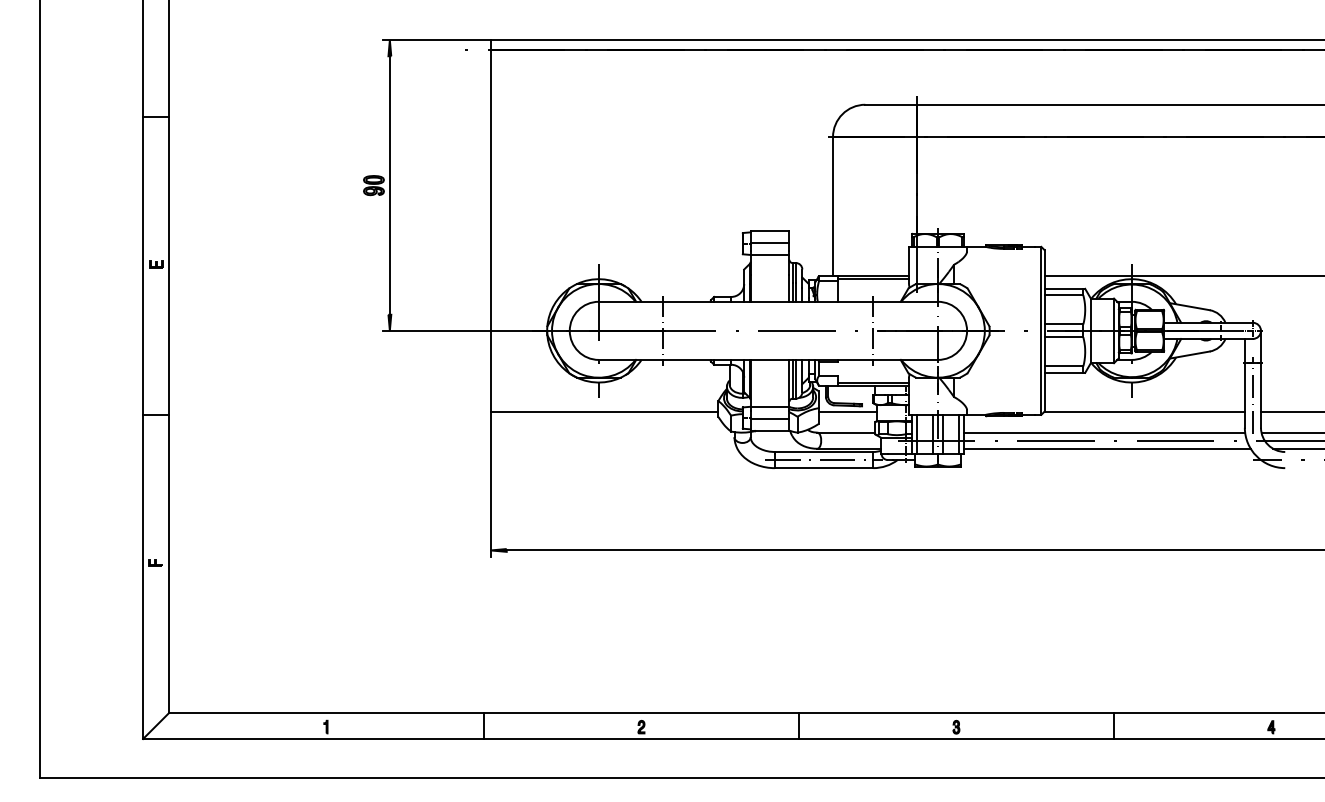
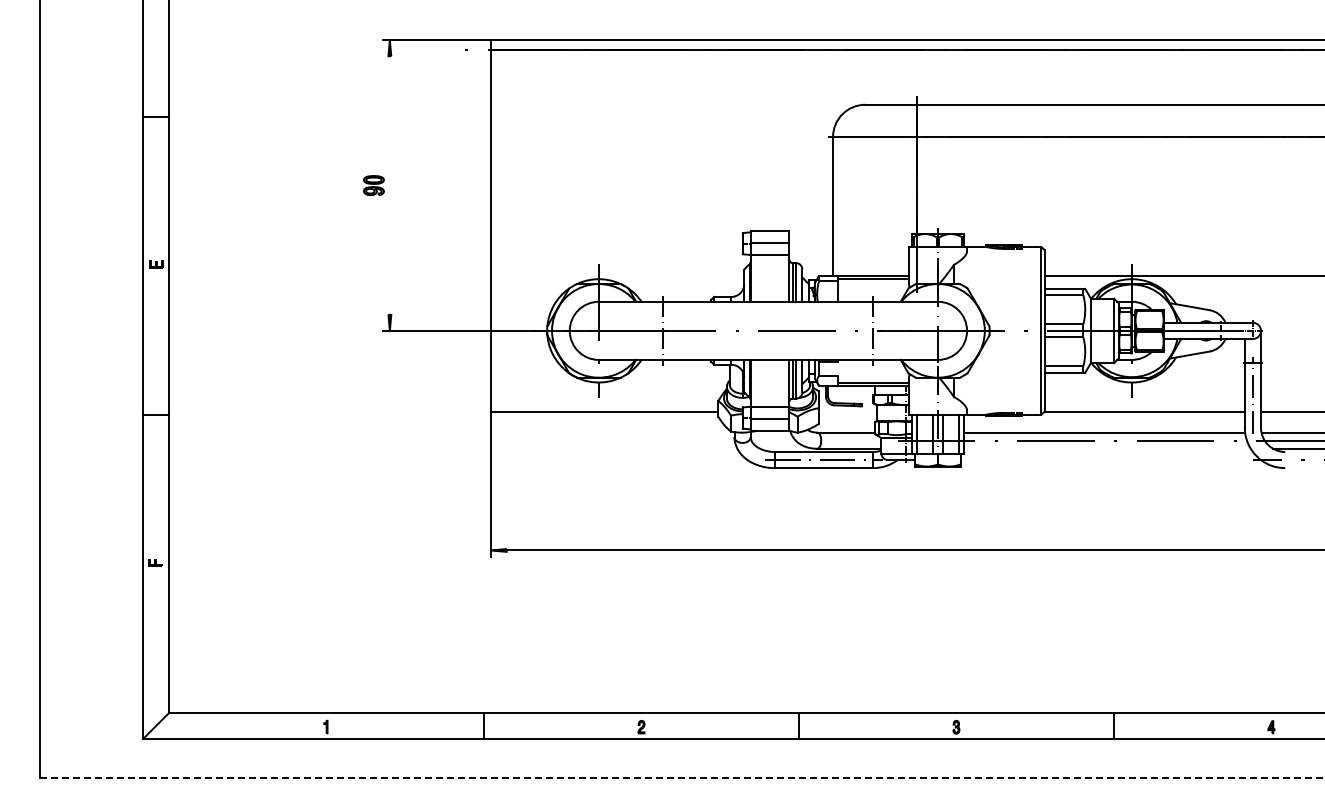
line at (389, 185): present -> none
line at (847, 411): present -> none
line at (1106, 448): present -> none
line at (682, 777): solid -> dashed
